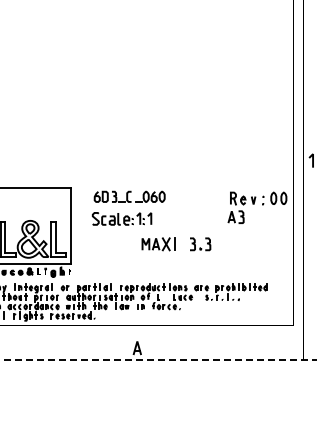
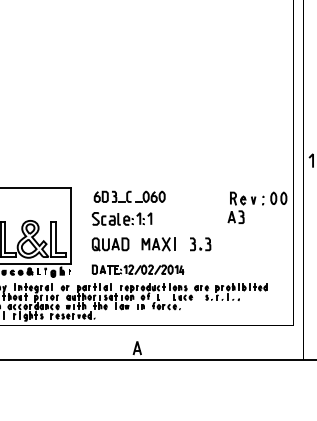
part at (110, 244): none -> present
part at (137, 269): none -> present
line at (158, 359): dashed -> solid
